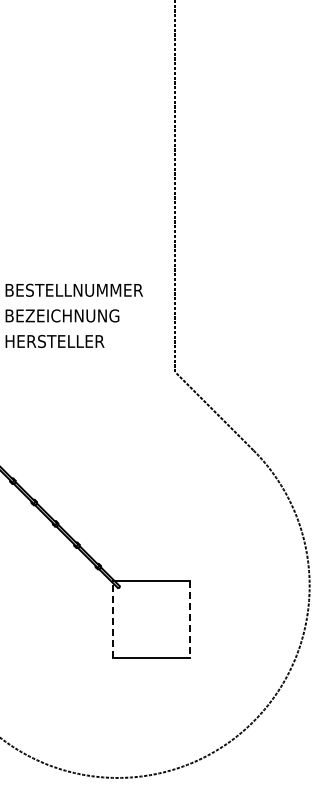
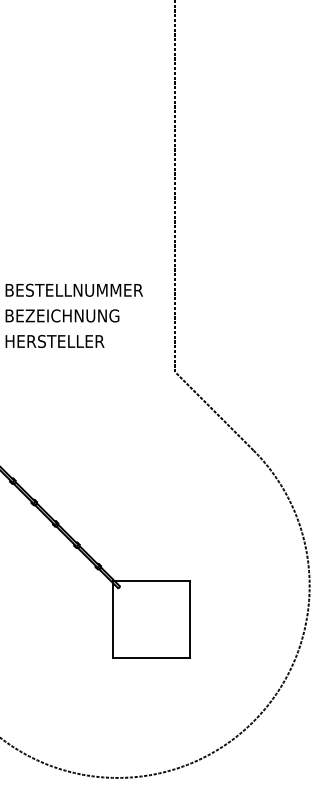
line at (112, 619): dashed -> solid
line at (189, 620): dashed -> solid
